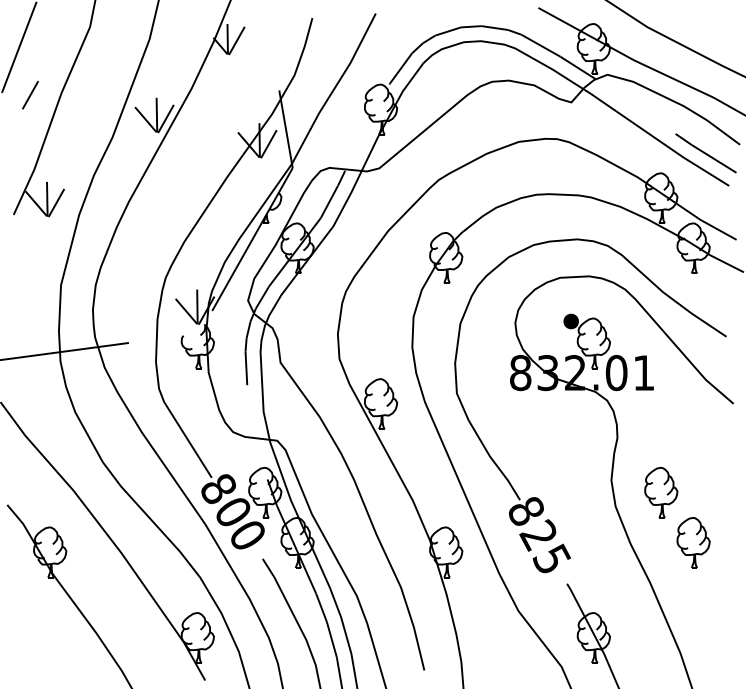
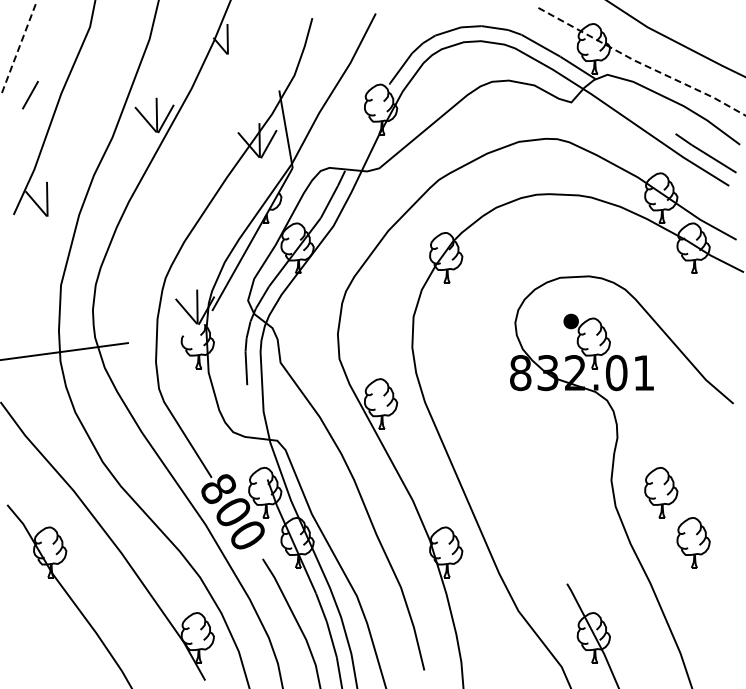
line at (236, 40): present -> none
line at (19, 47): solid -> dashed
line at (641, 63): solid -> dashed
line at (56, 202): present -> none
part at (537, 497): present -> none
